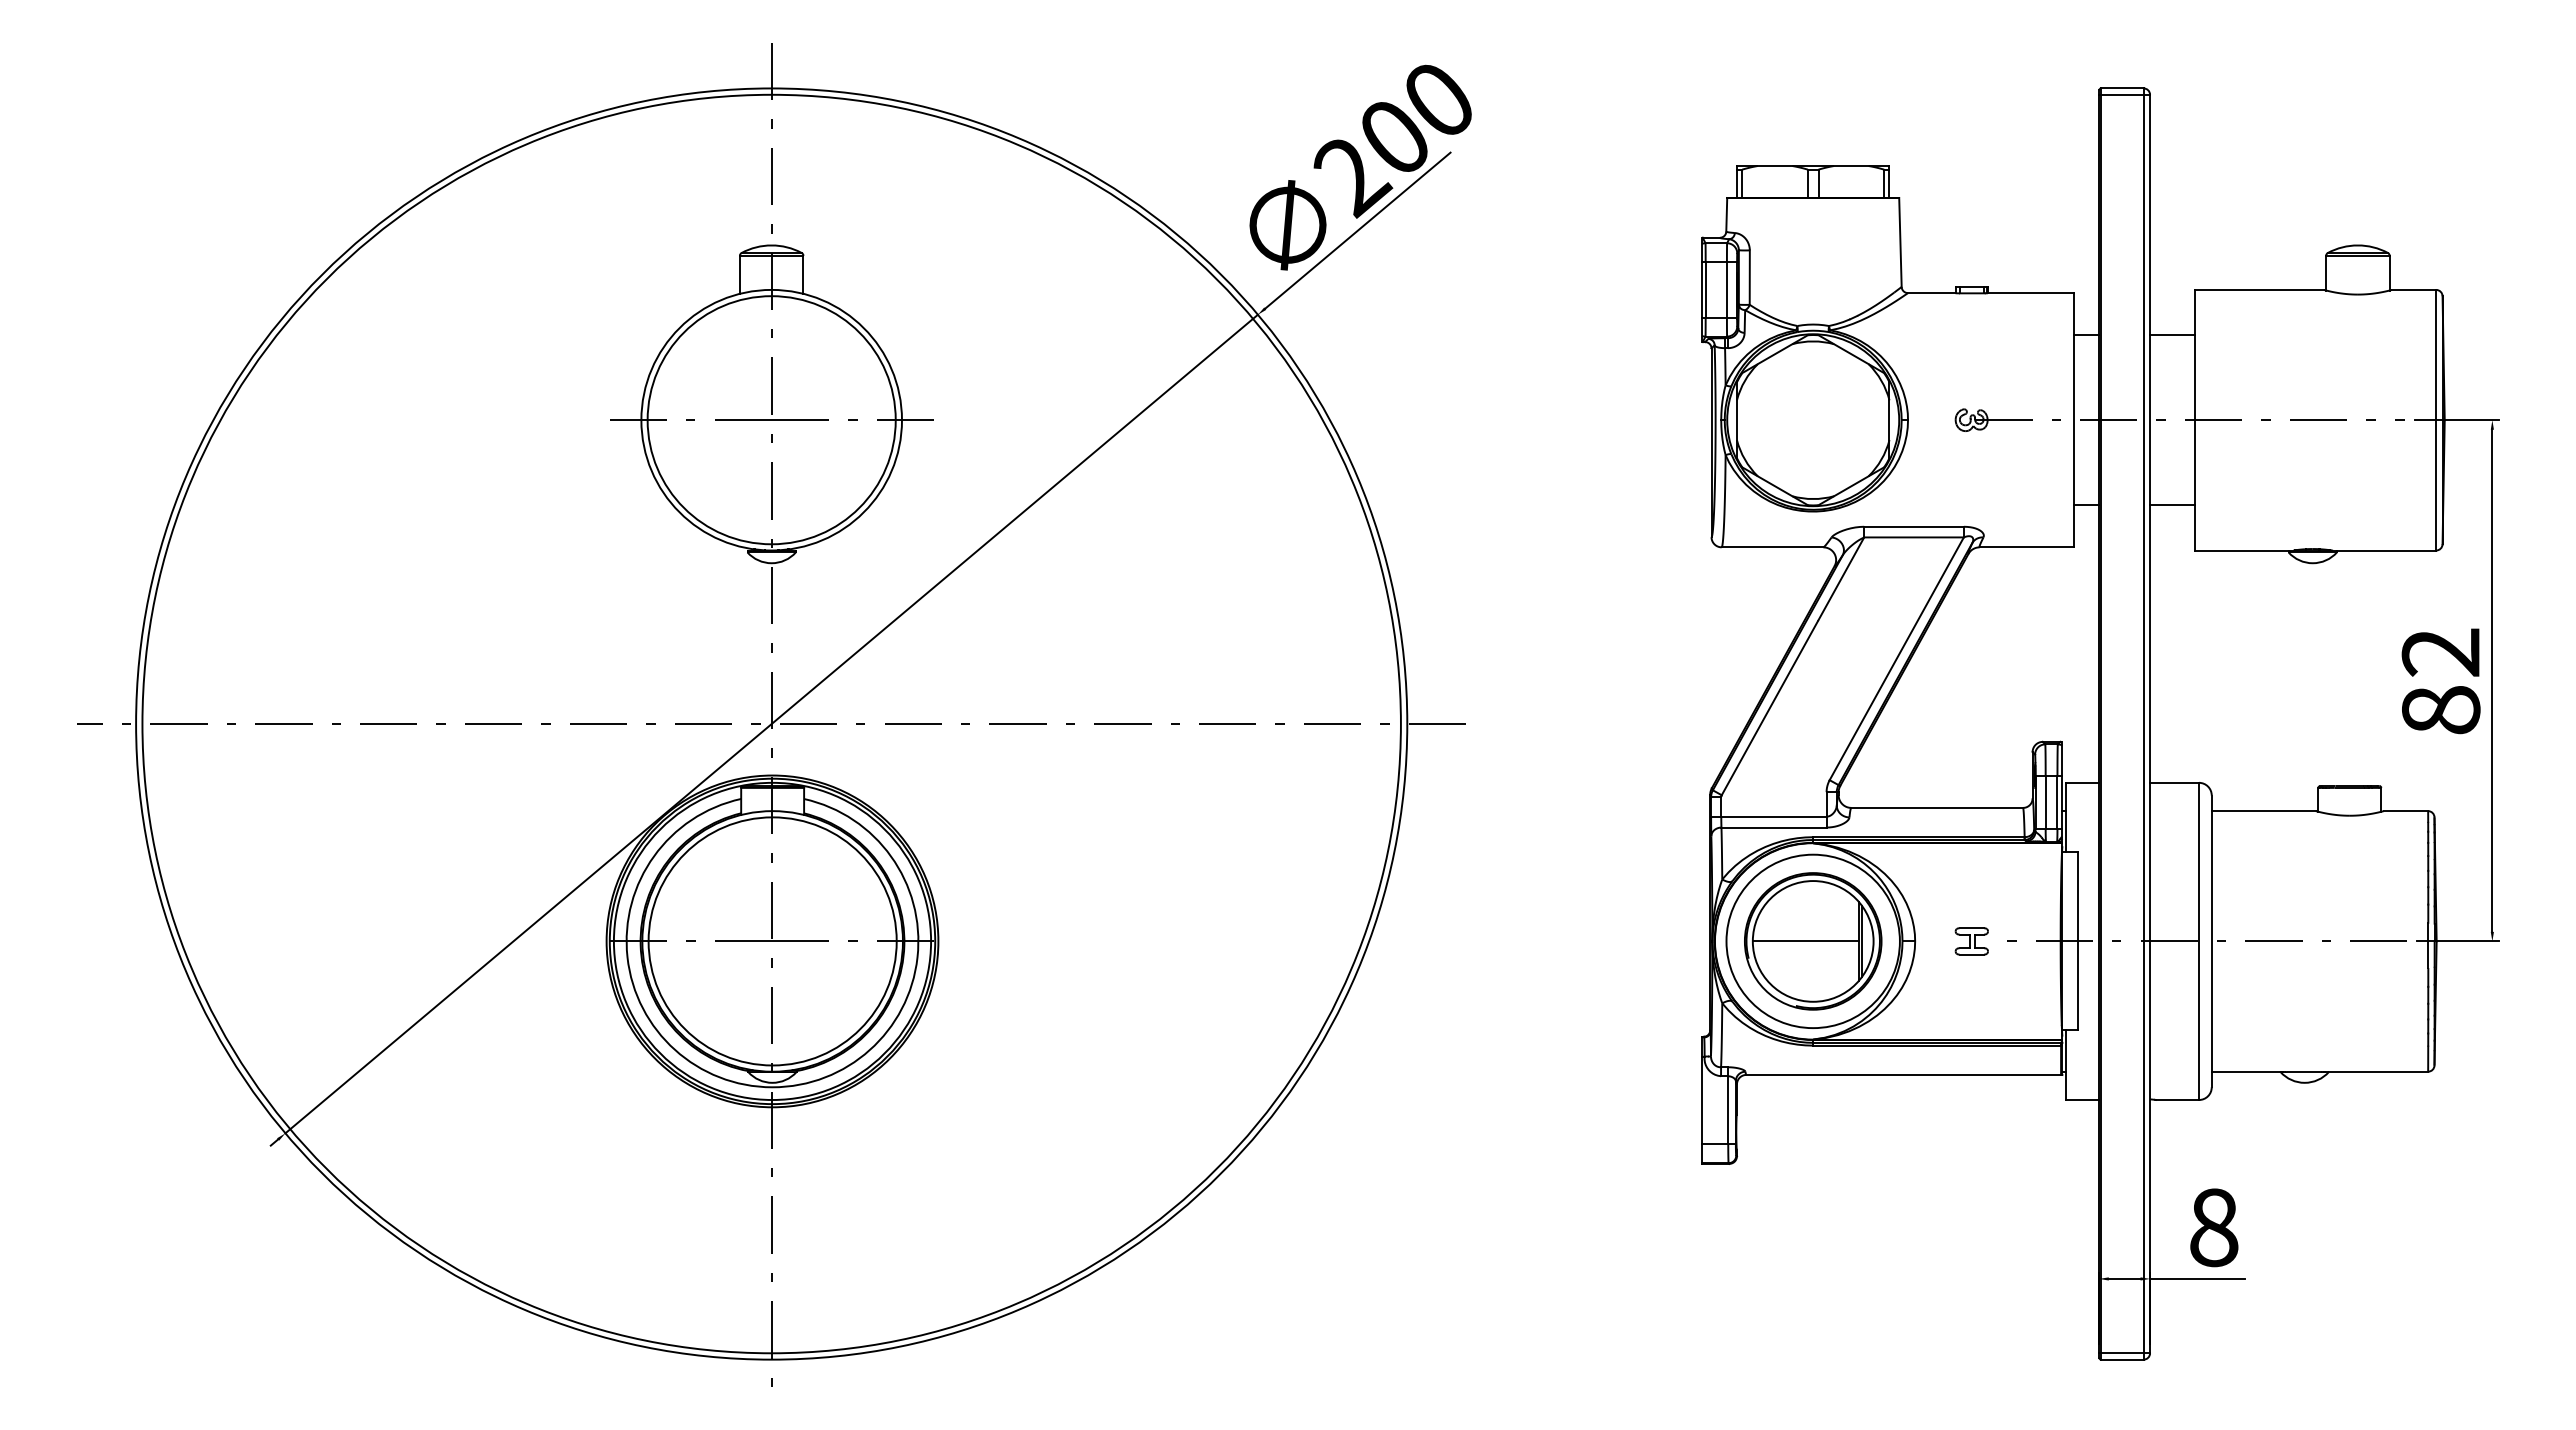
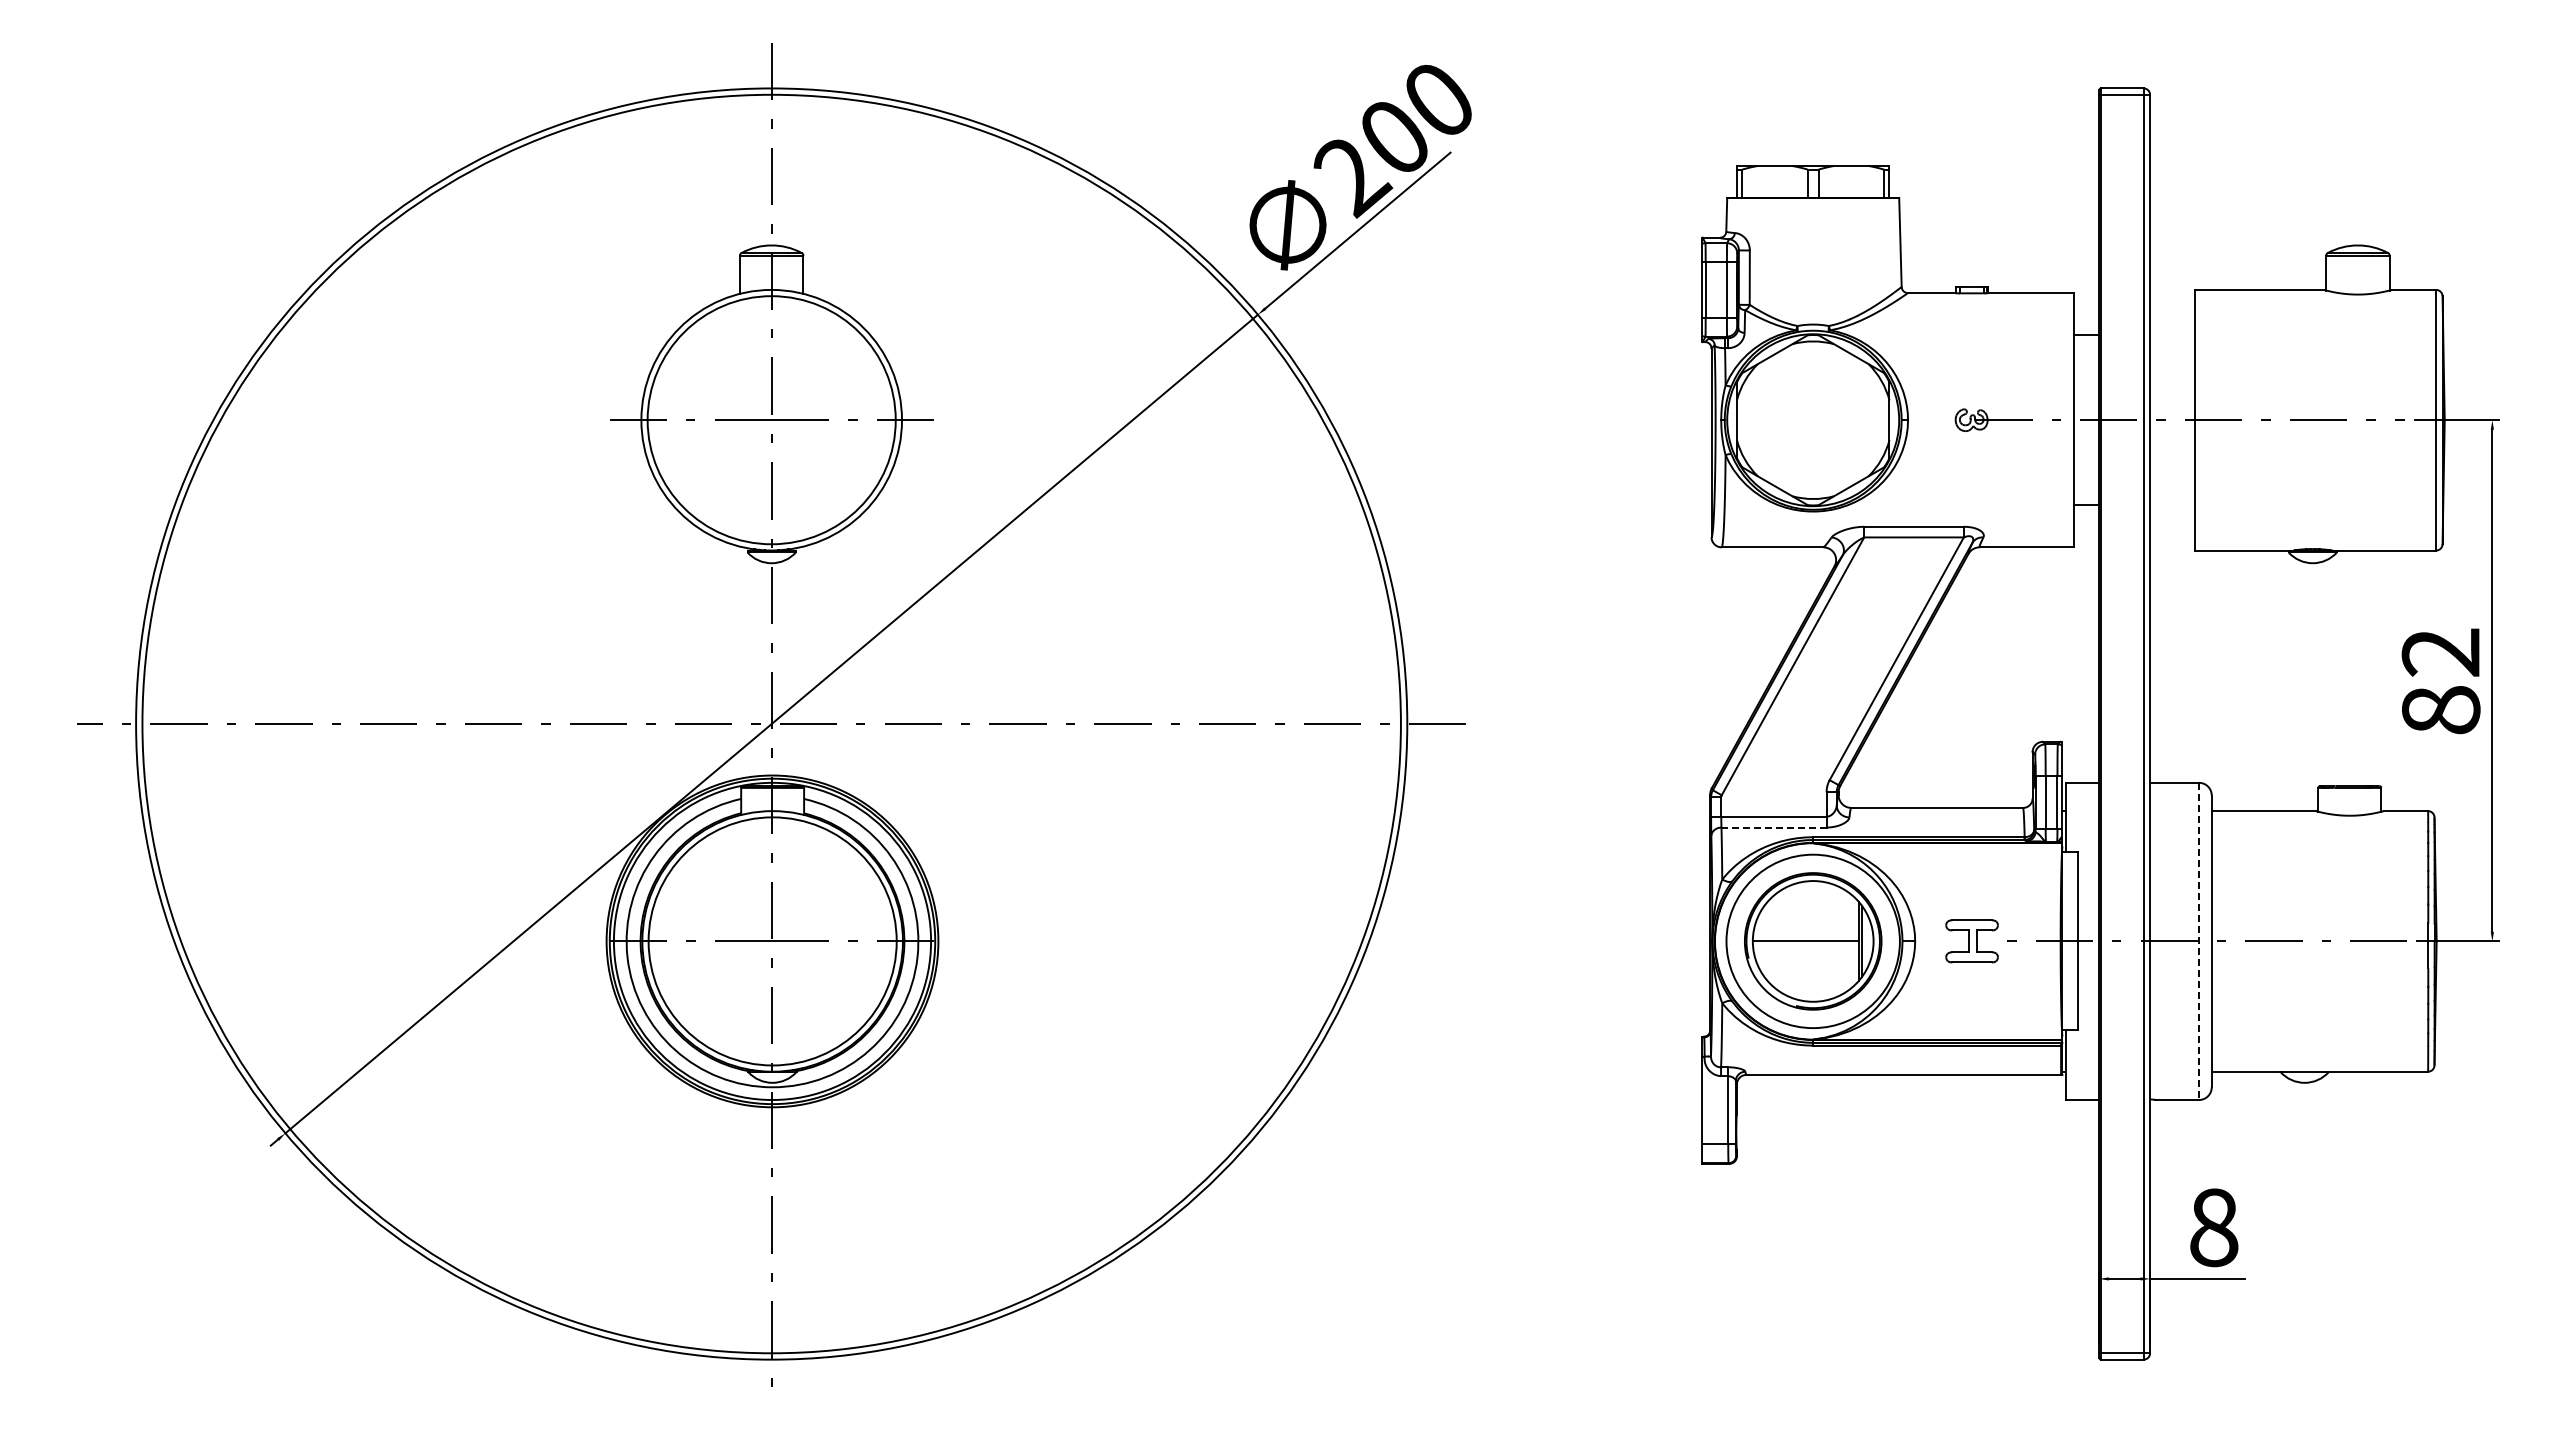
line at (2172, 335): present -> none
line at (2172, 505): present -> none
line at (1774, 827): solid -> dashed
part at (1971, 941) size: 35x29 px -> 54x45 px
line at (2199, 941): solid -> dashed
